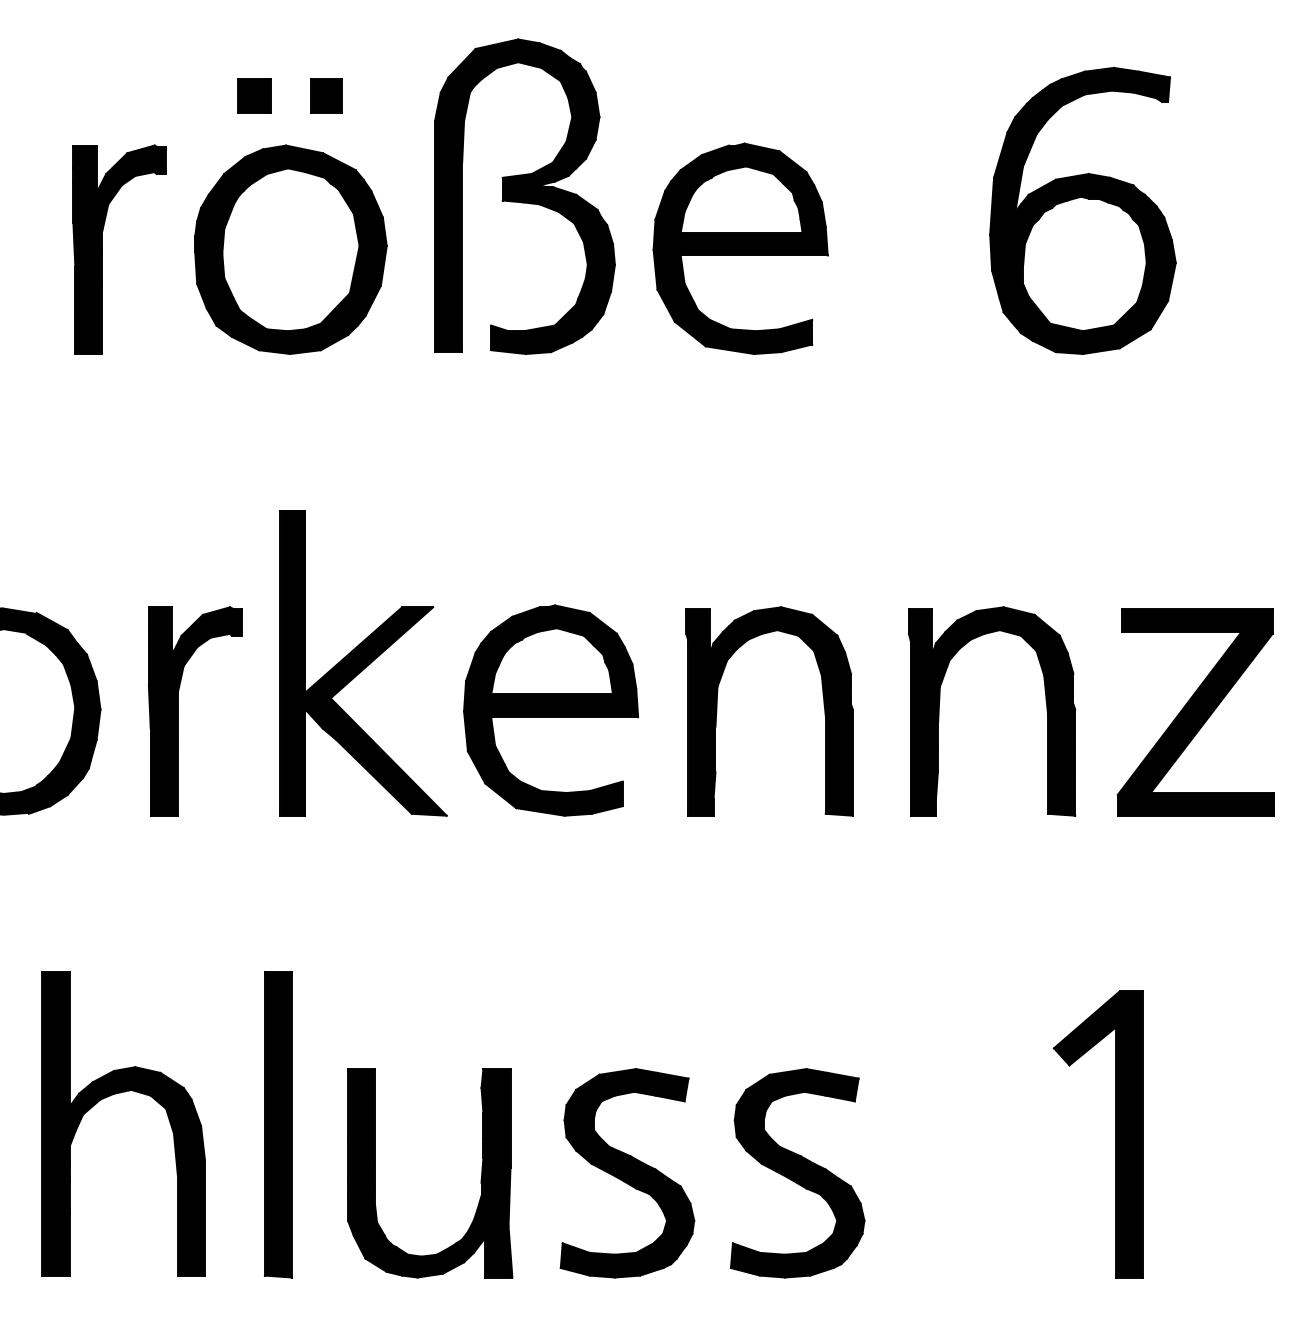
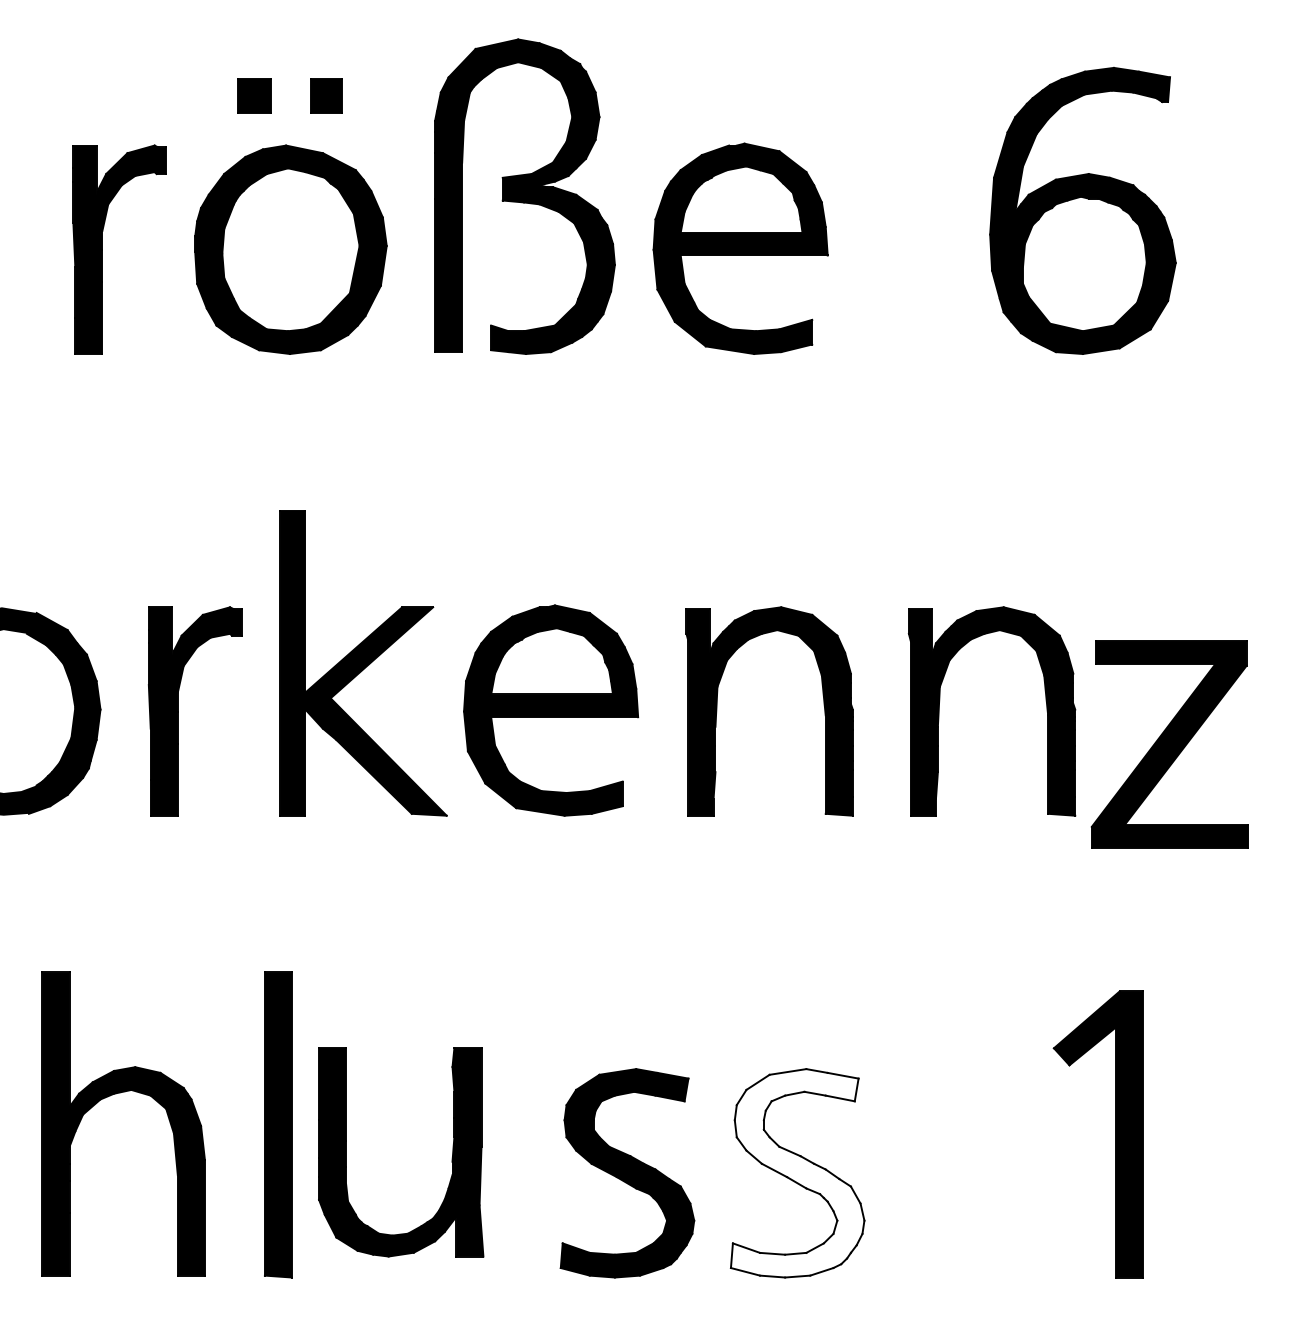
part at (1195, 712) position: (1195, 712) -> (1169, 744)
fill at (797, 1173): present -> none
part at (480, 1179) position: (480, 1179) -> (451, 1158)
